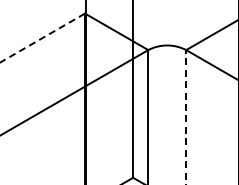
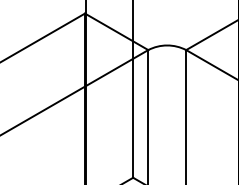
line at (42, 38): dashed -> solid
line at (186, 117): dashed -> solid
